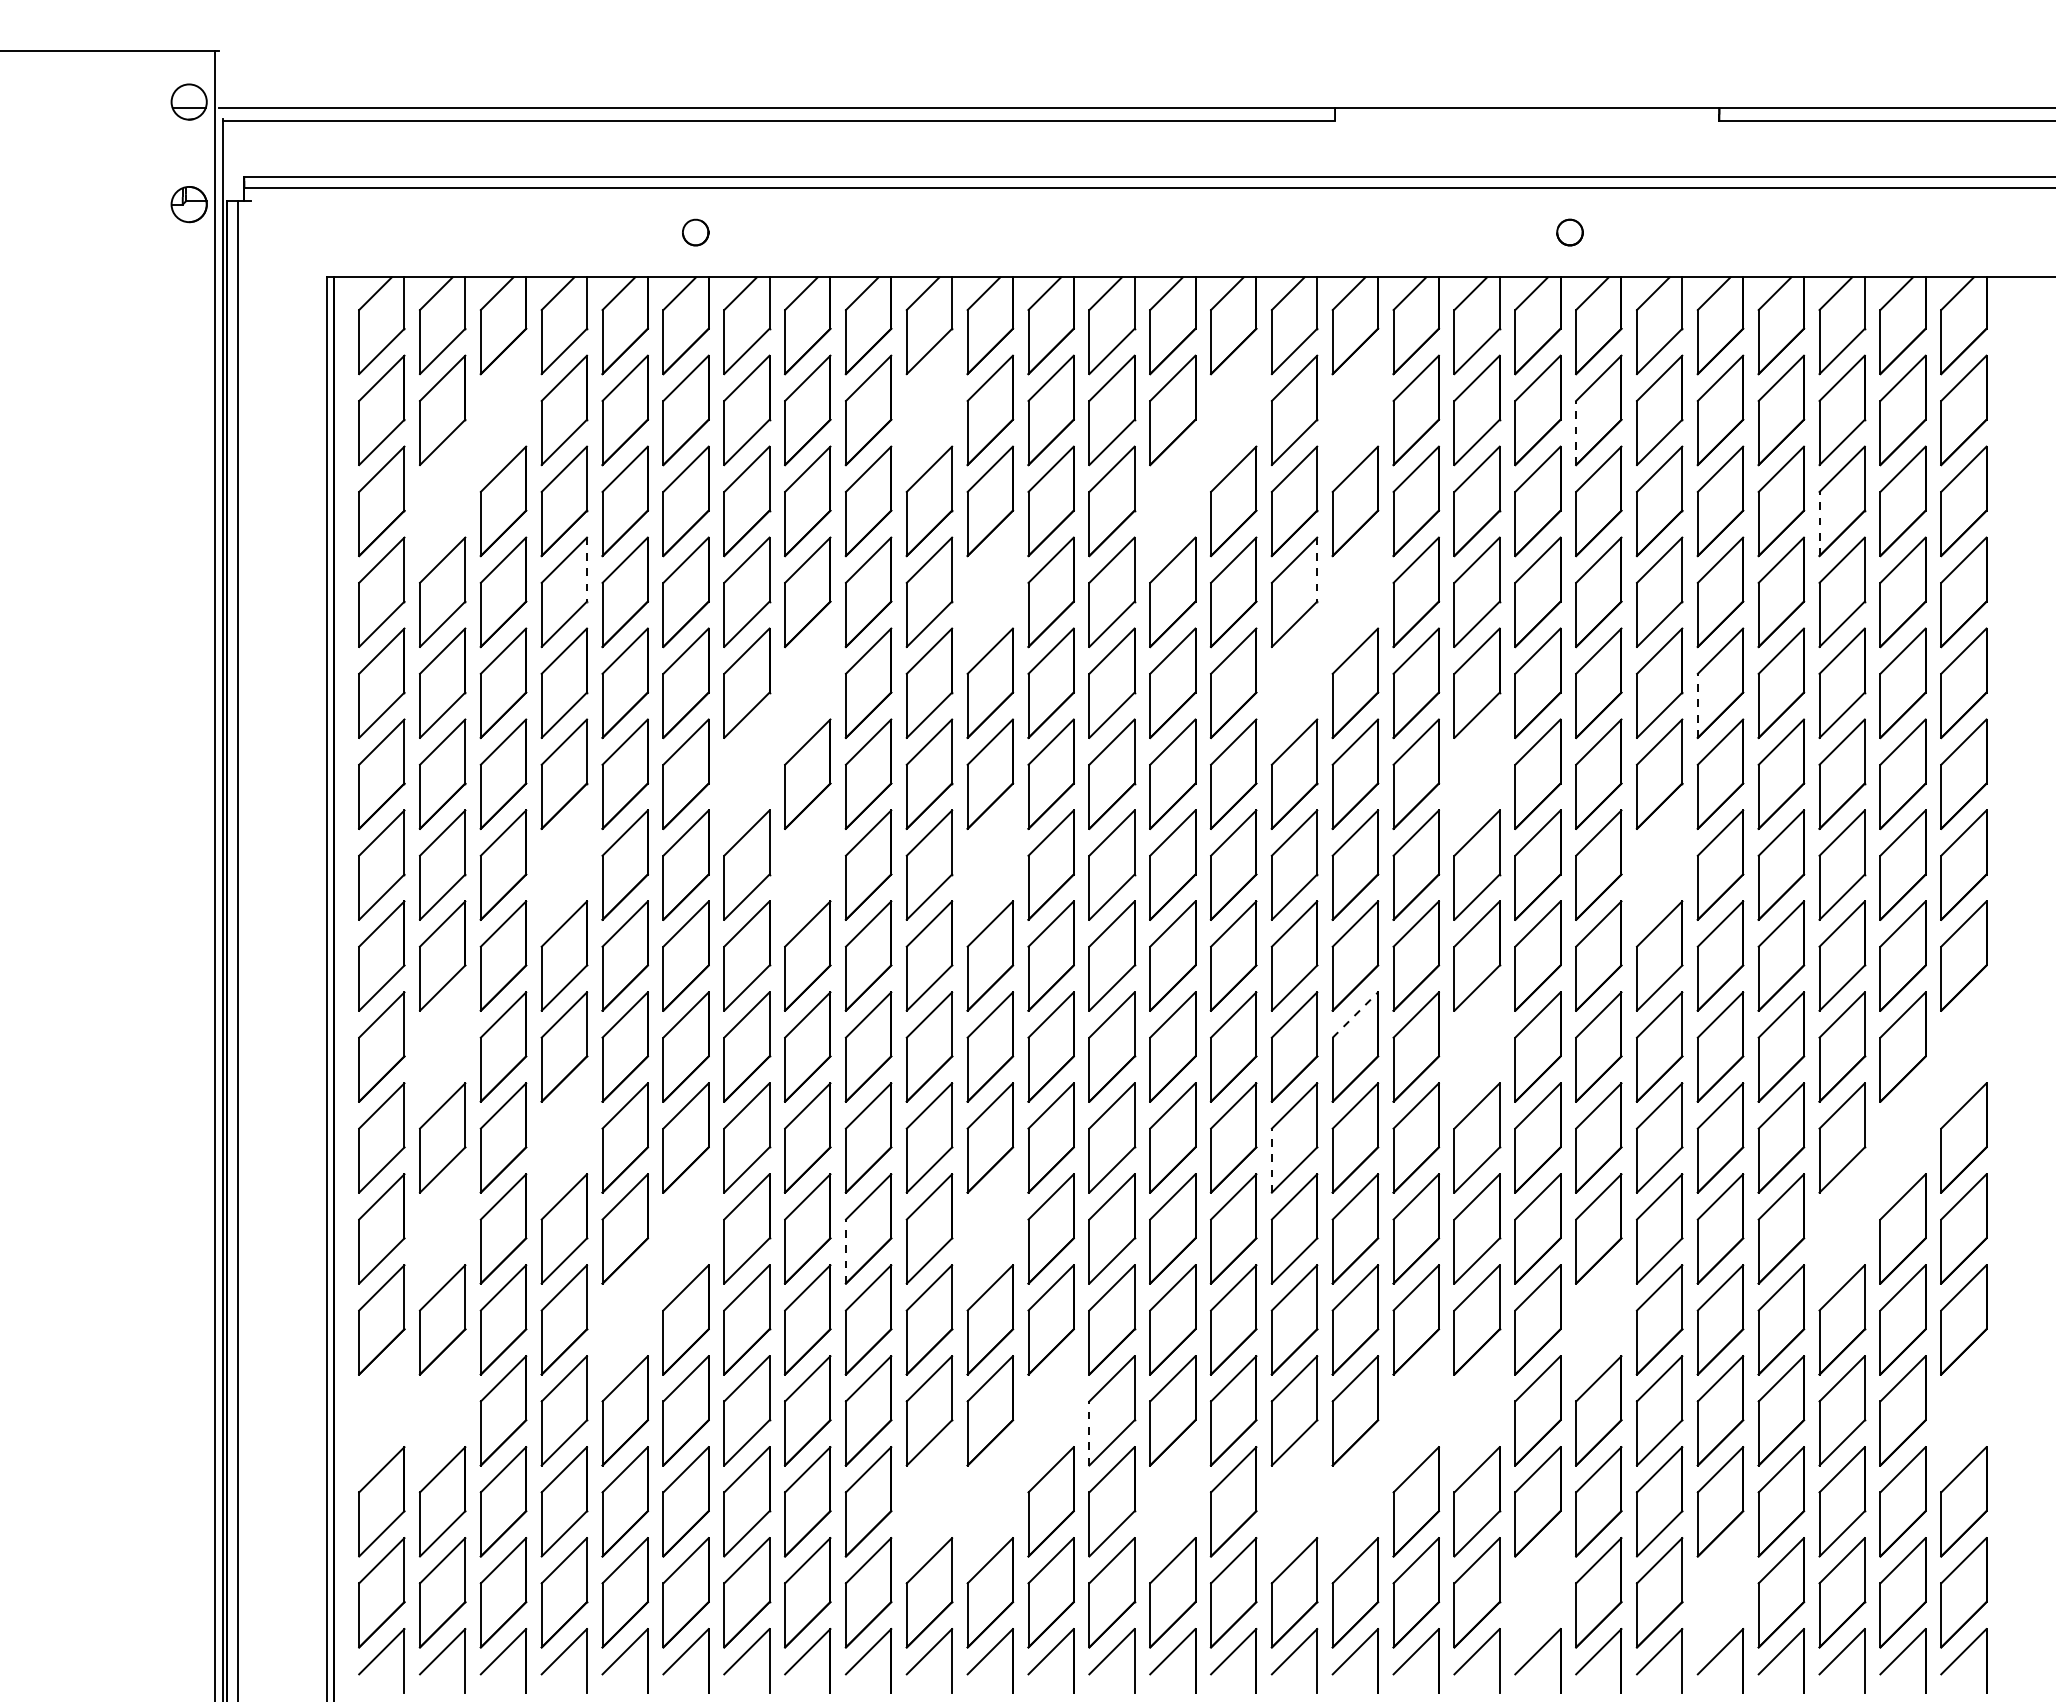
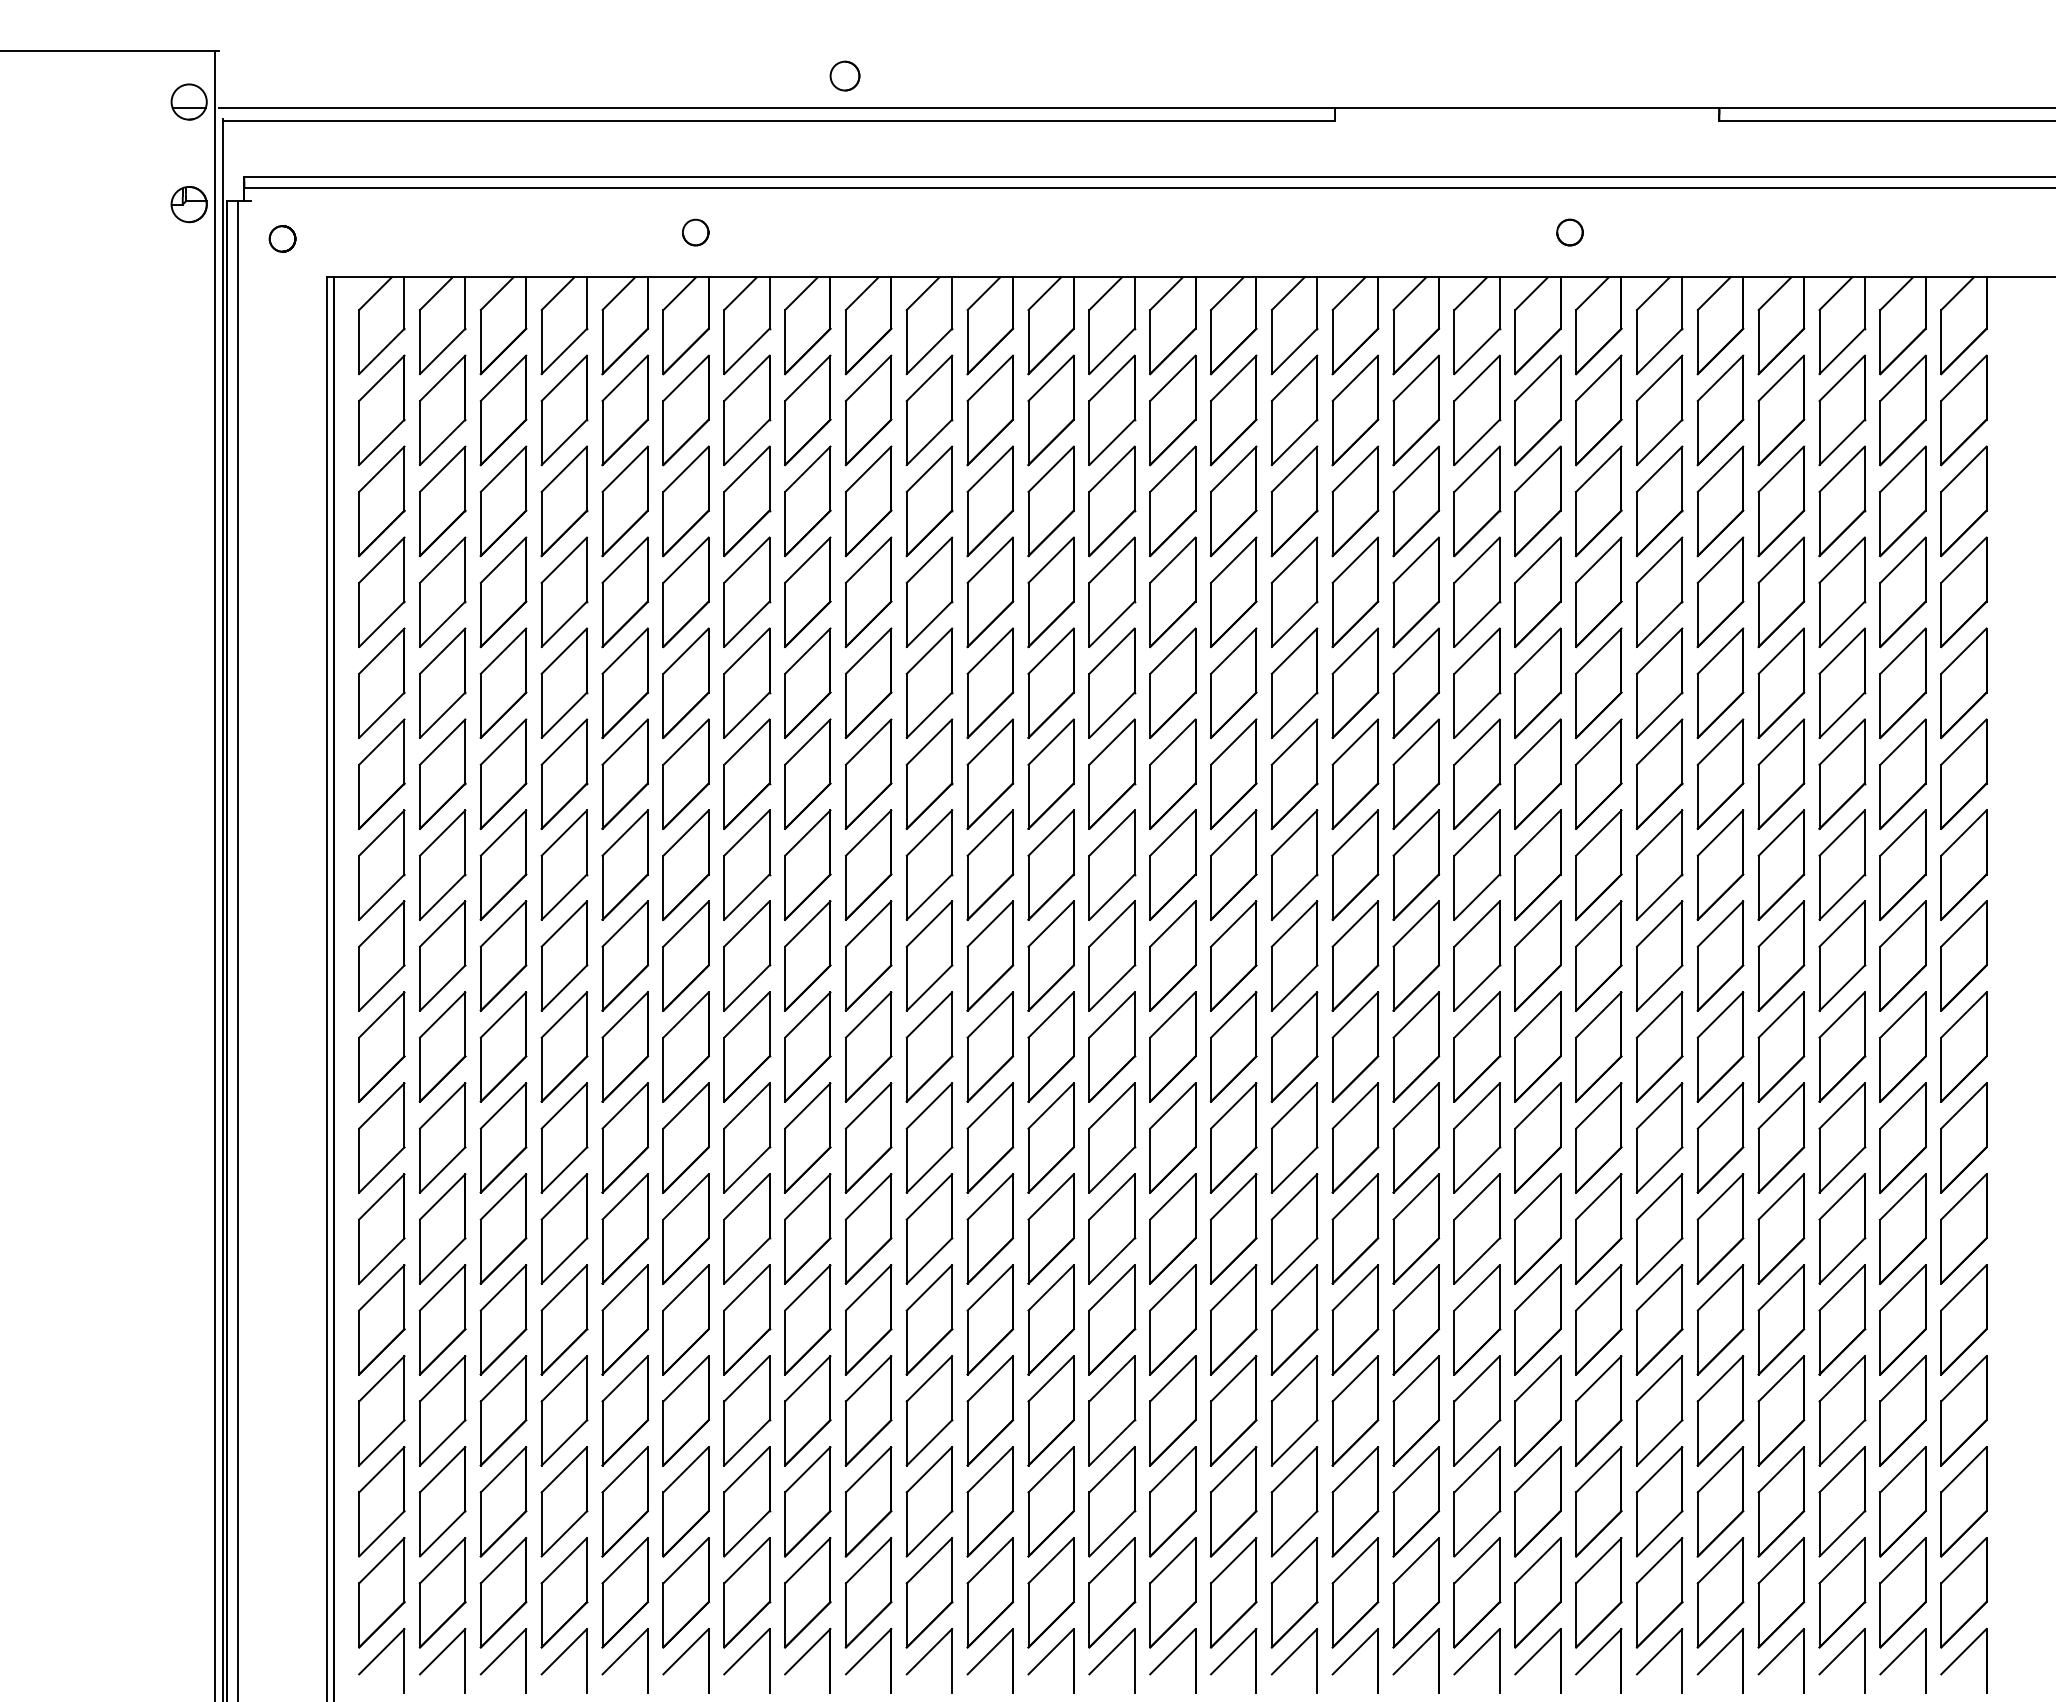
part at (844, 75): none -> present
part at (282, 238): none -> present
part at (503, 410): none -> present
part at (929, 410): none -> present
part at (1233, 410): none -> present
part at (1355, 410): none -> present
line at (1576, 432): dashed -> solid
part at (442, 501): none -> present
part at (1172, 501): none -> present
line at (1819, 523): dashed -> solid
line at (587, 570): dashed -> solid
line at (1317, 570): dashed -> solid
part at (990, 592): none -> present
part at (1355, 592): none -> present
part at (1294, 682): none -> present
part at (807, 683): none -> present
line at (1697, 705): dashed -> solid
part at (747, 773): none -> present
part at (1477, 773): none -> present
part at (564, 864): none -> present
part at (807, 864): none -> present
part at (990, 864): none -> present
part at (1659, 864): none -> present
line at (1355, 1014): dashed -> solid
part at (442, 1046): none -> present
part at (1477, 1046): none -> present
part at (1963, 1046): none -> present
part at (564, 1137): none -> present
part at (1902, 1137): none -> present
line at (1271, 1160): dashed -> solid
part at (442, 1228): none -> present
part at (685, 1228): none -> present
part at (990, 1228): none -> present
part at (1842, 1228): none -> present
line at (845, 1251): dashed -> solid
part at (624, 1319): none -> present
part at (1598, 1319): none -> present
part at (381, 1410): none -> present
part at (442, 1410): none -> present
part at (1050, 1410): none -> present
part at (1416, 1410): none -> present
part at (1477, 1410): none -> present
part at (1963, 1410): none -> present
line at (1089, 1433): dashed -> solid
part at (929, 1501): none -> present
part at (990, 1501): none -> present
part at (1172, 1501): none -> present
part at (1294, 1501): none -> present
part at (1355, 1501): none -> present
part at (1537, 1592): none -> present
part at (1720, 1592): none -> present
